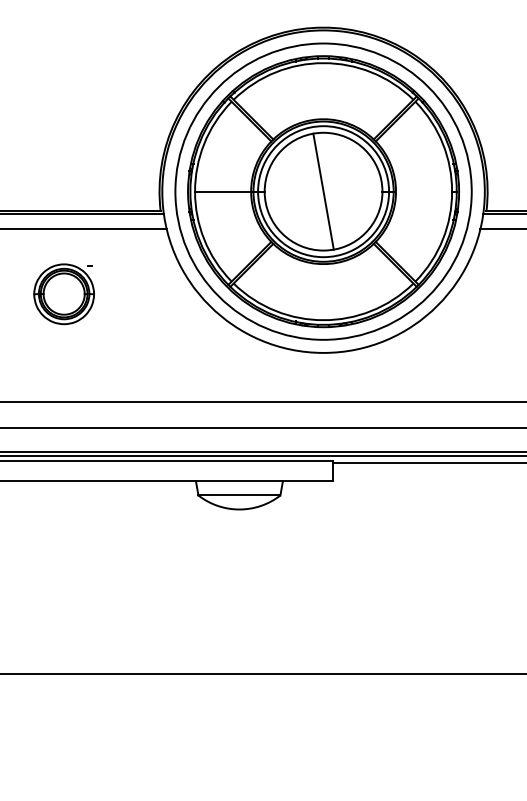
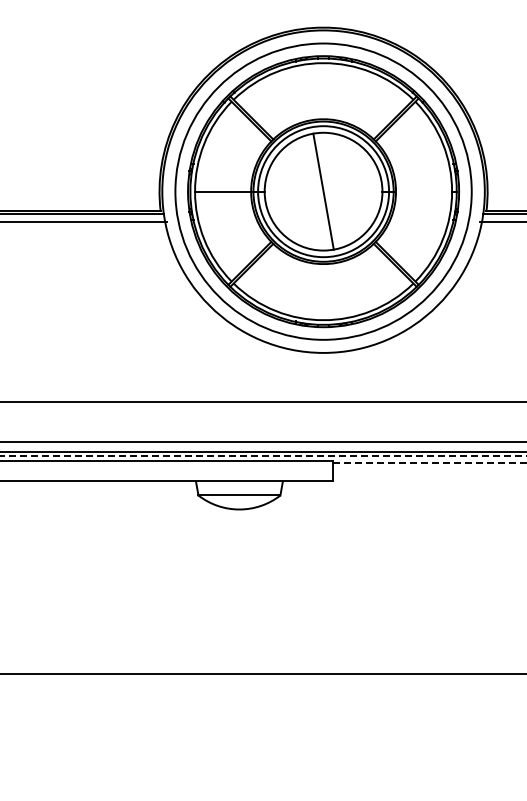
line at (84, 229) position: (84, 229) -> (84, 222)
line at (501, 229) position: (501, 229) -> (501, 222)
part at (63, 294): present -> none
line at (262, 427) position: (262, 427) -> (262, 441)
line at (263, 456): solid -> dashed
line at (429, 462): solid -> dashed
